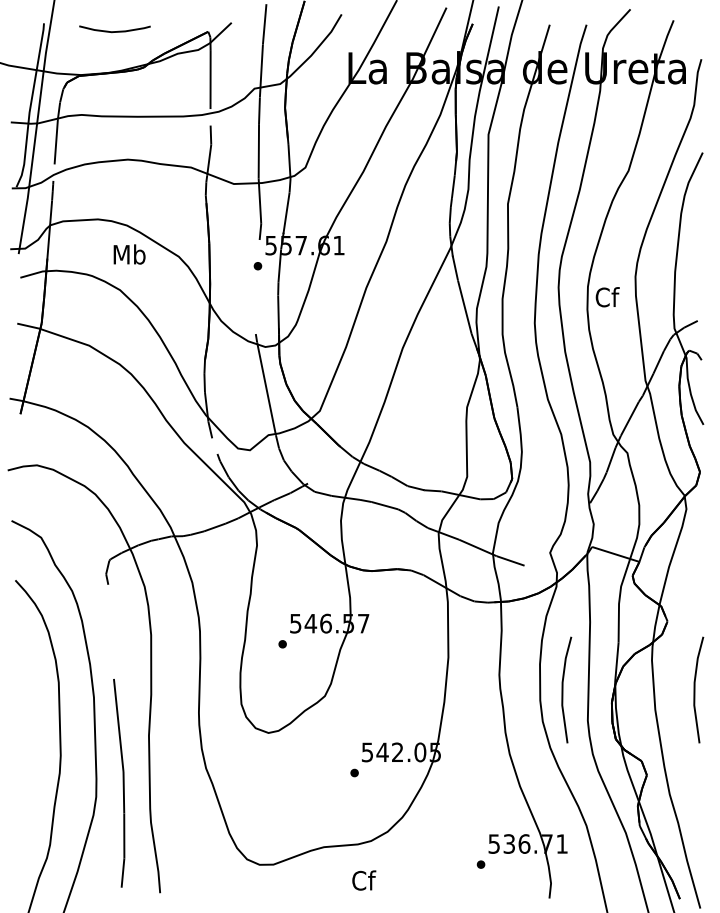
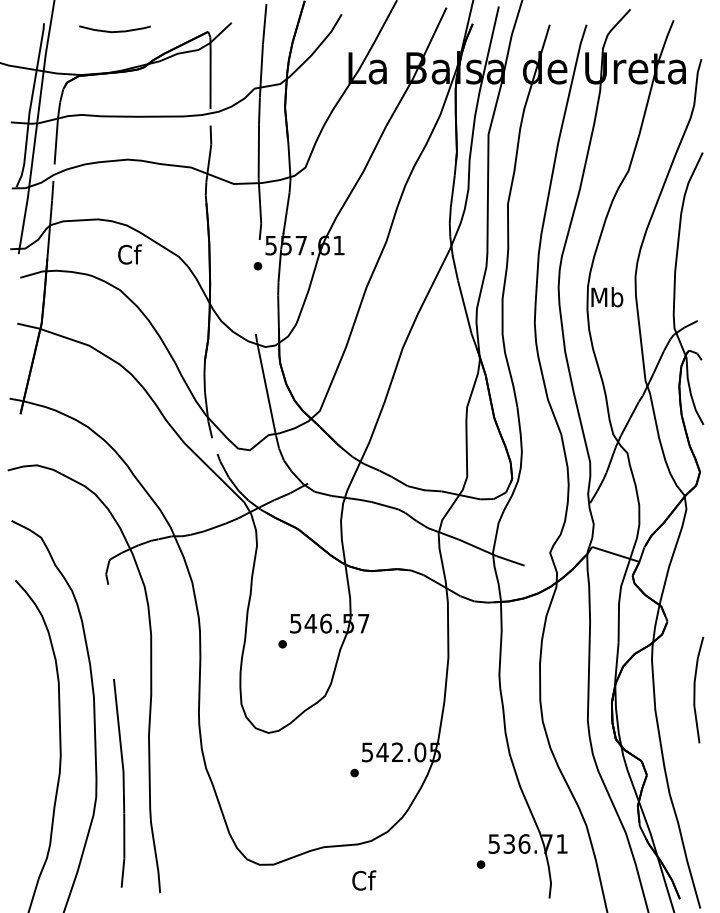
text at (129, 254): Mb -> Cf
text at (607, 297): Cf -> Mb
line at (563, 689): present -> none
